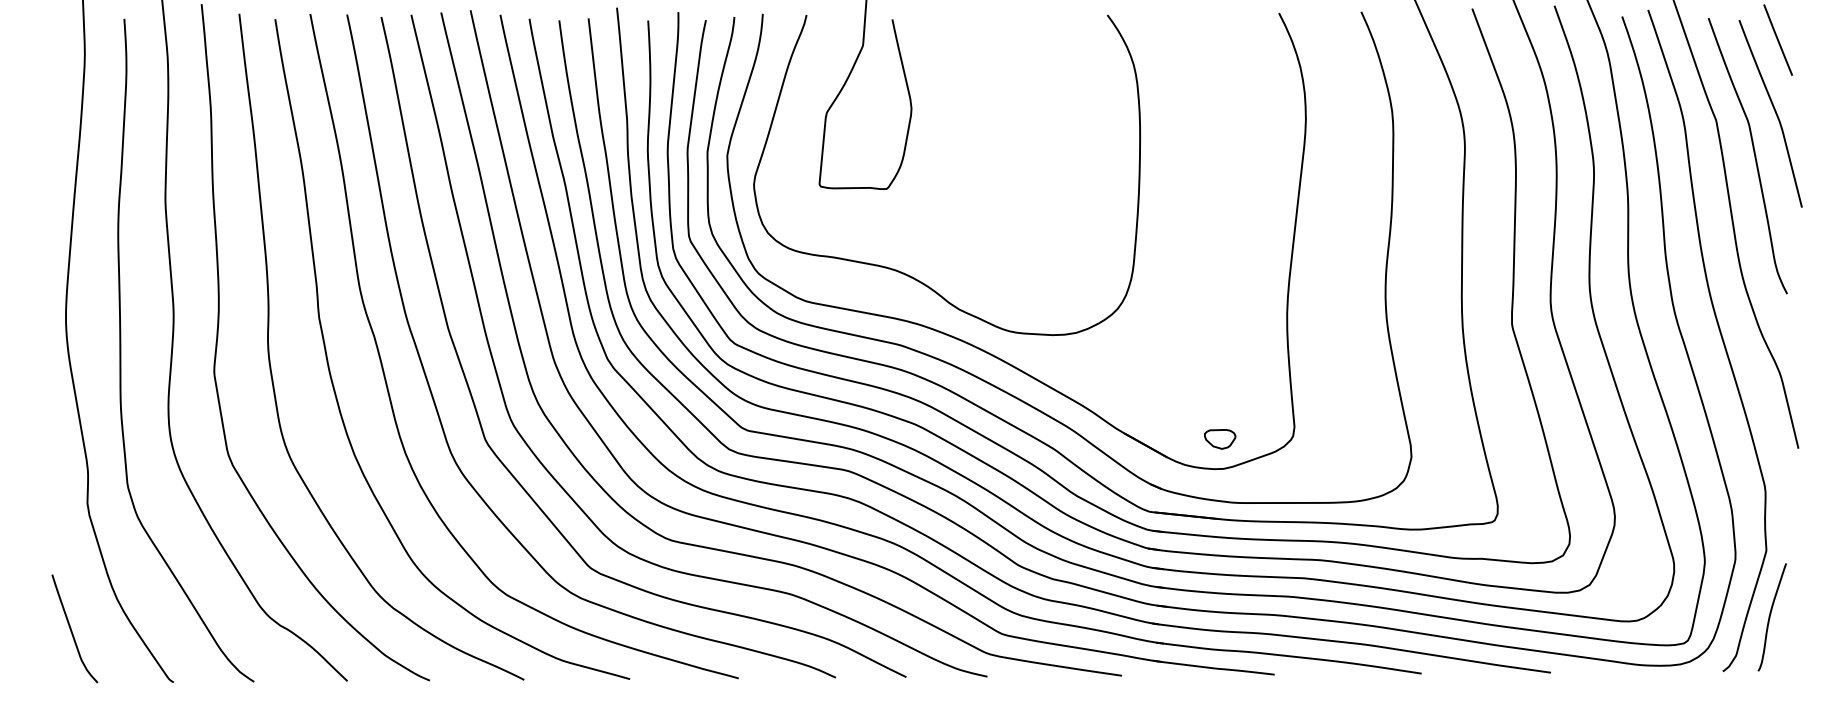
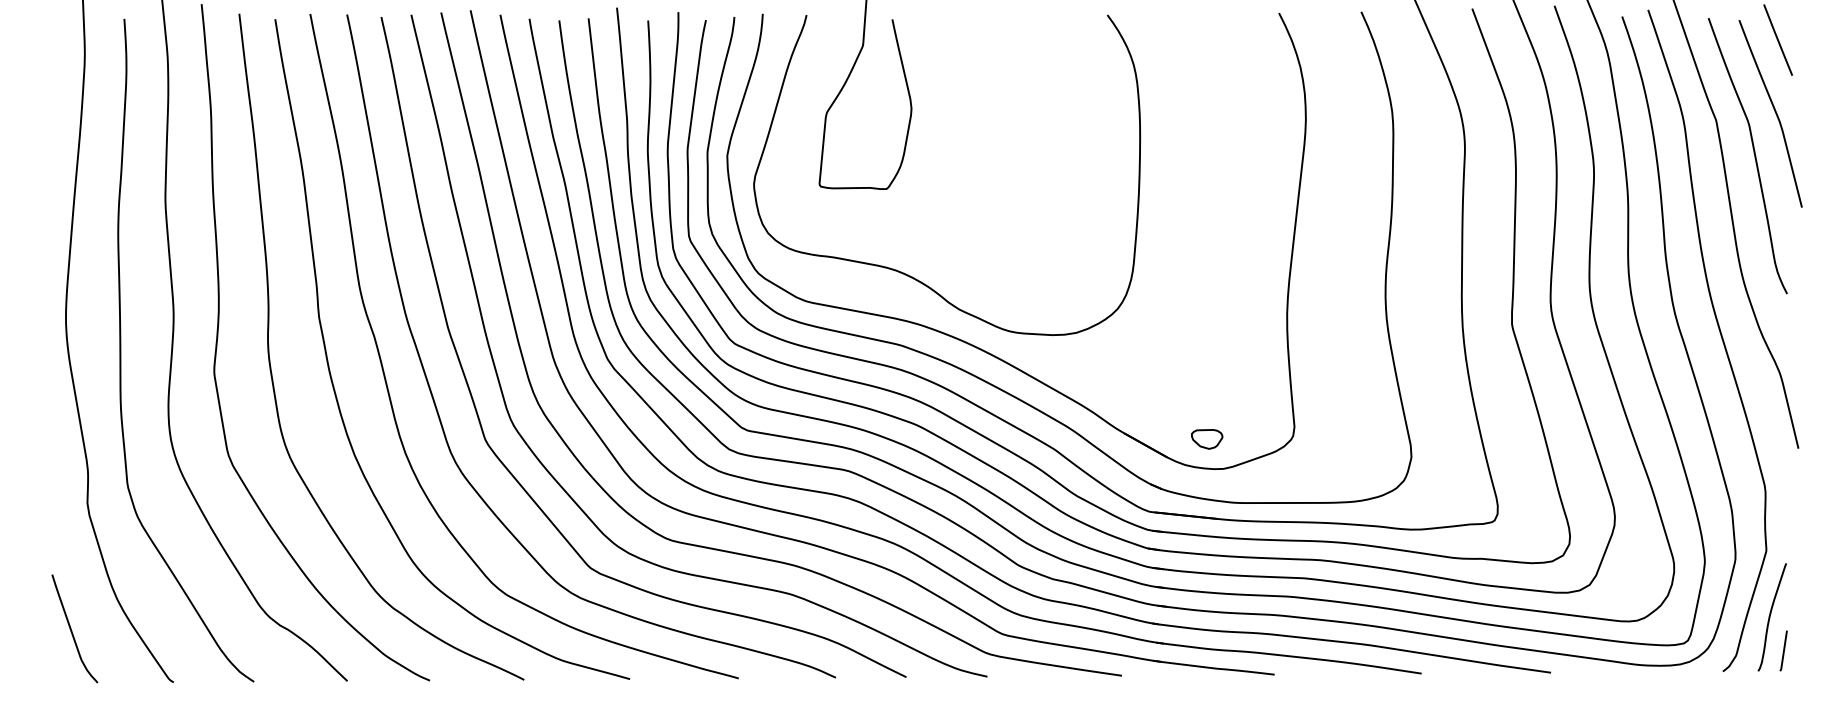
part at (1220, 439) position: (1220, 439) -> (1207, 439)
line at (1783, 650): none -> present
